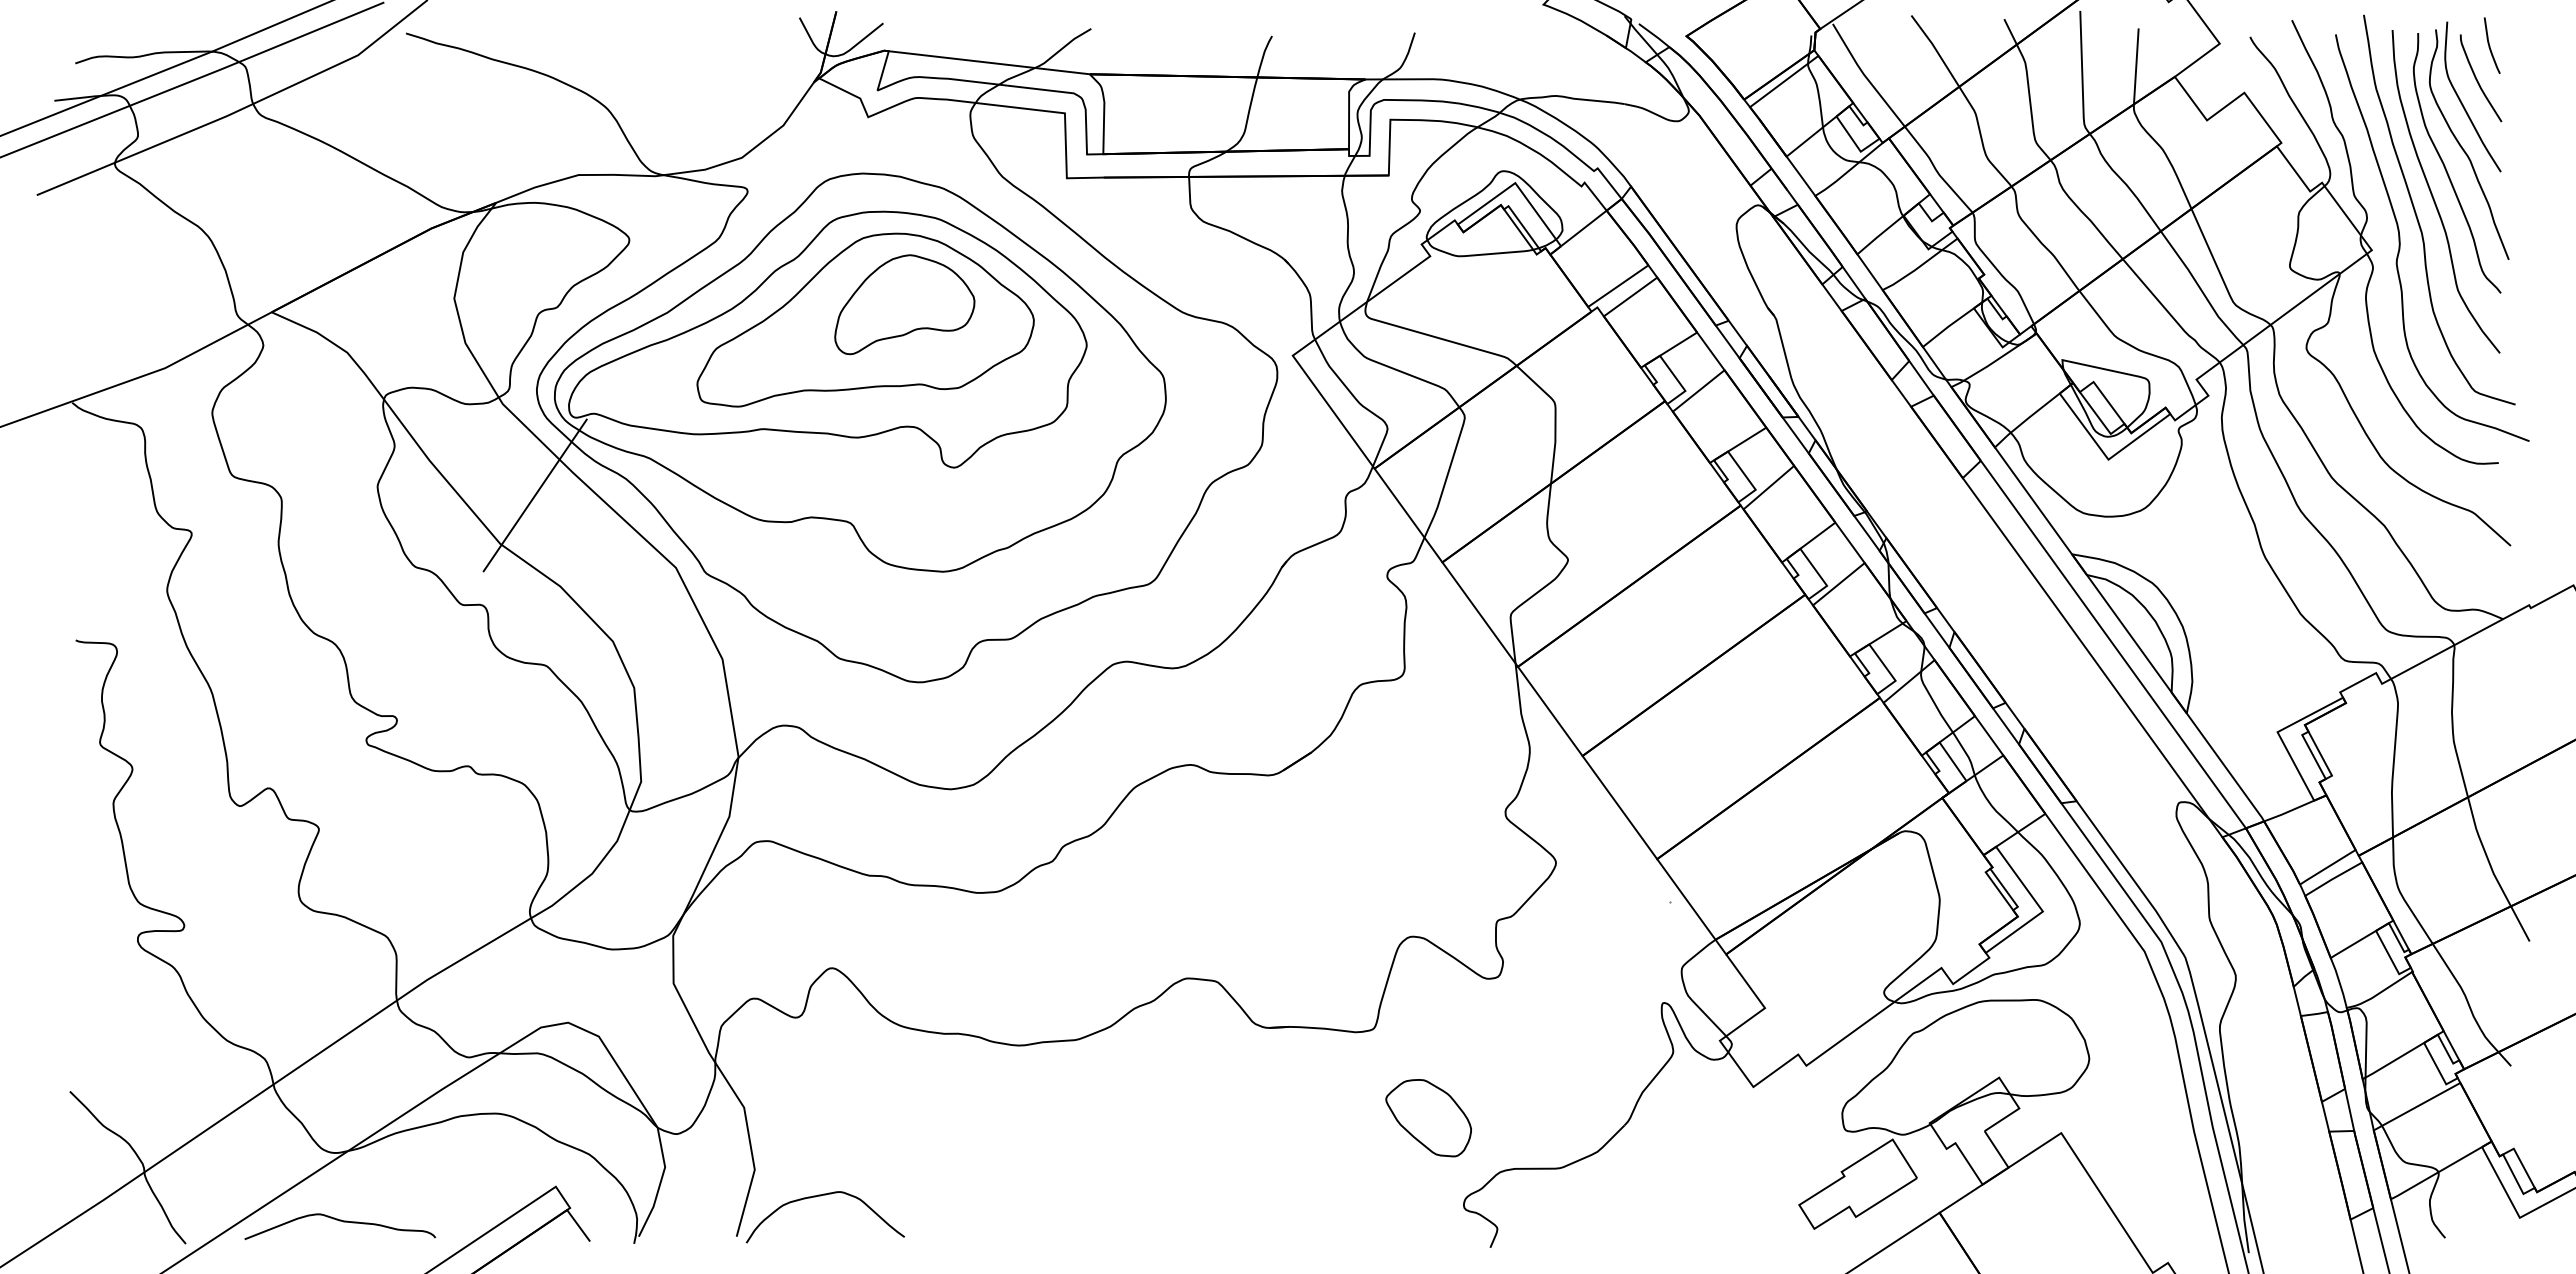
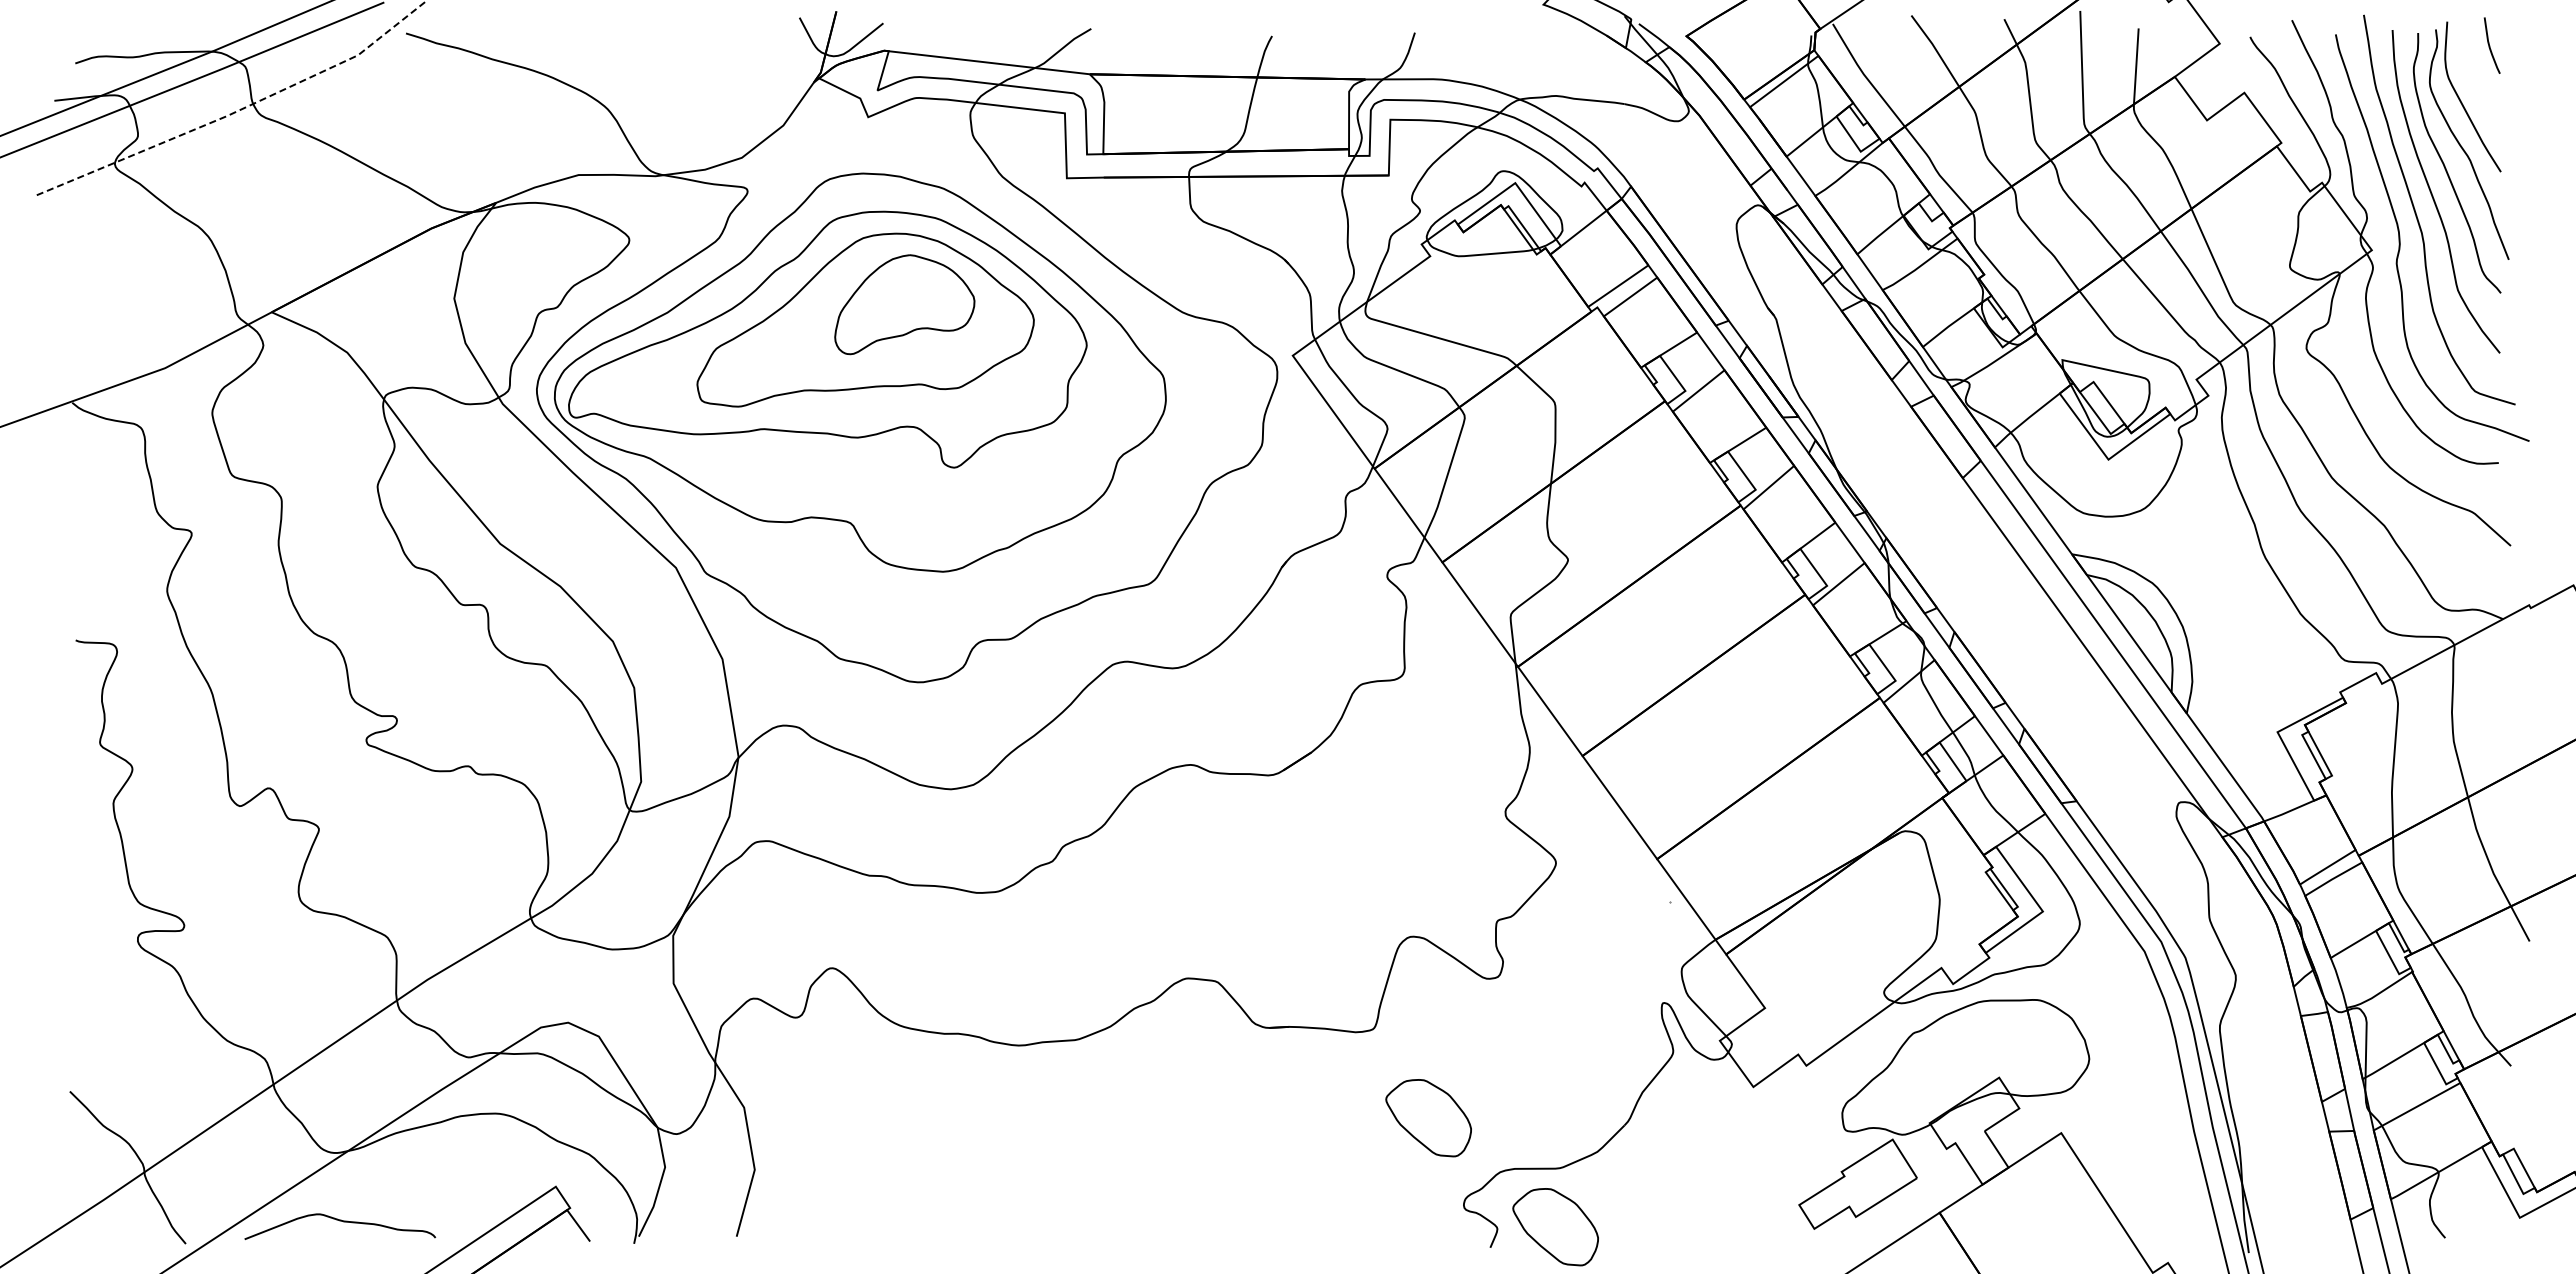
curve at (2478, 80): present -> none
line at (239, 110): solid -> dashed
line at (534, 495): present -> none
curve at (821, 1196): present -> none
part at (1555, 1227): none -> present
